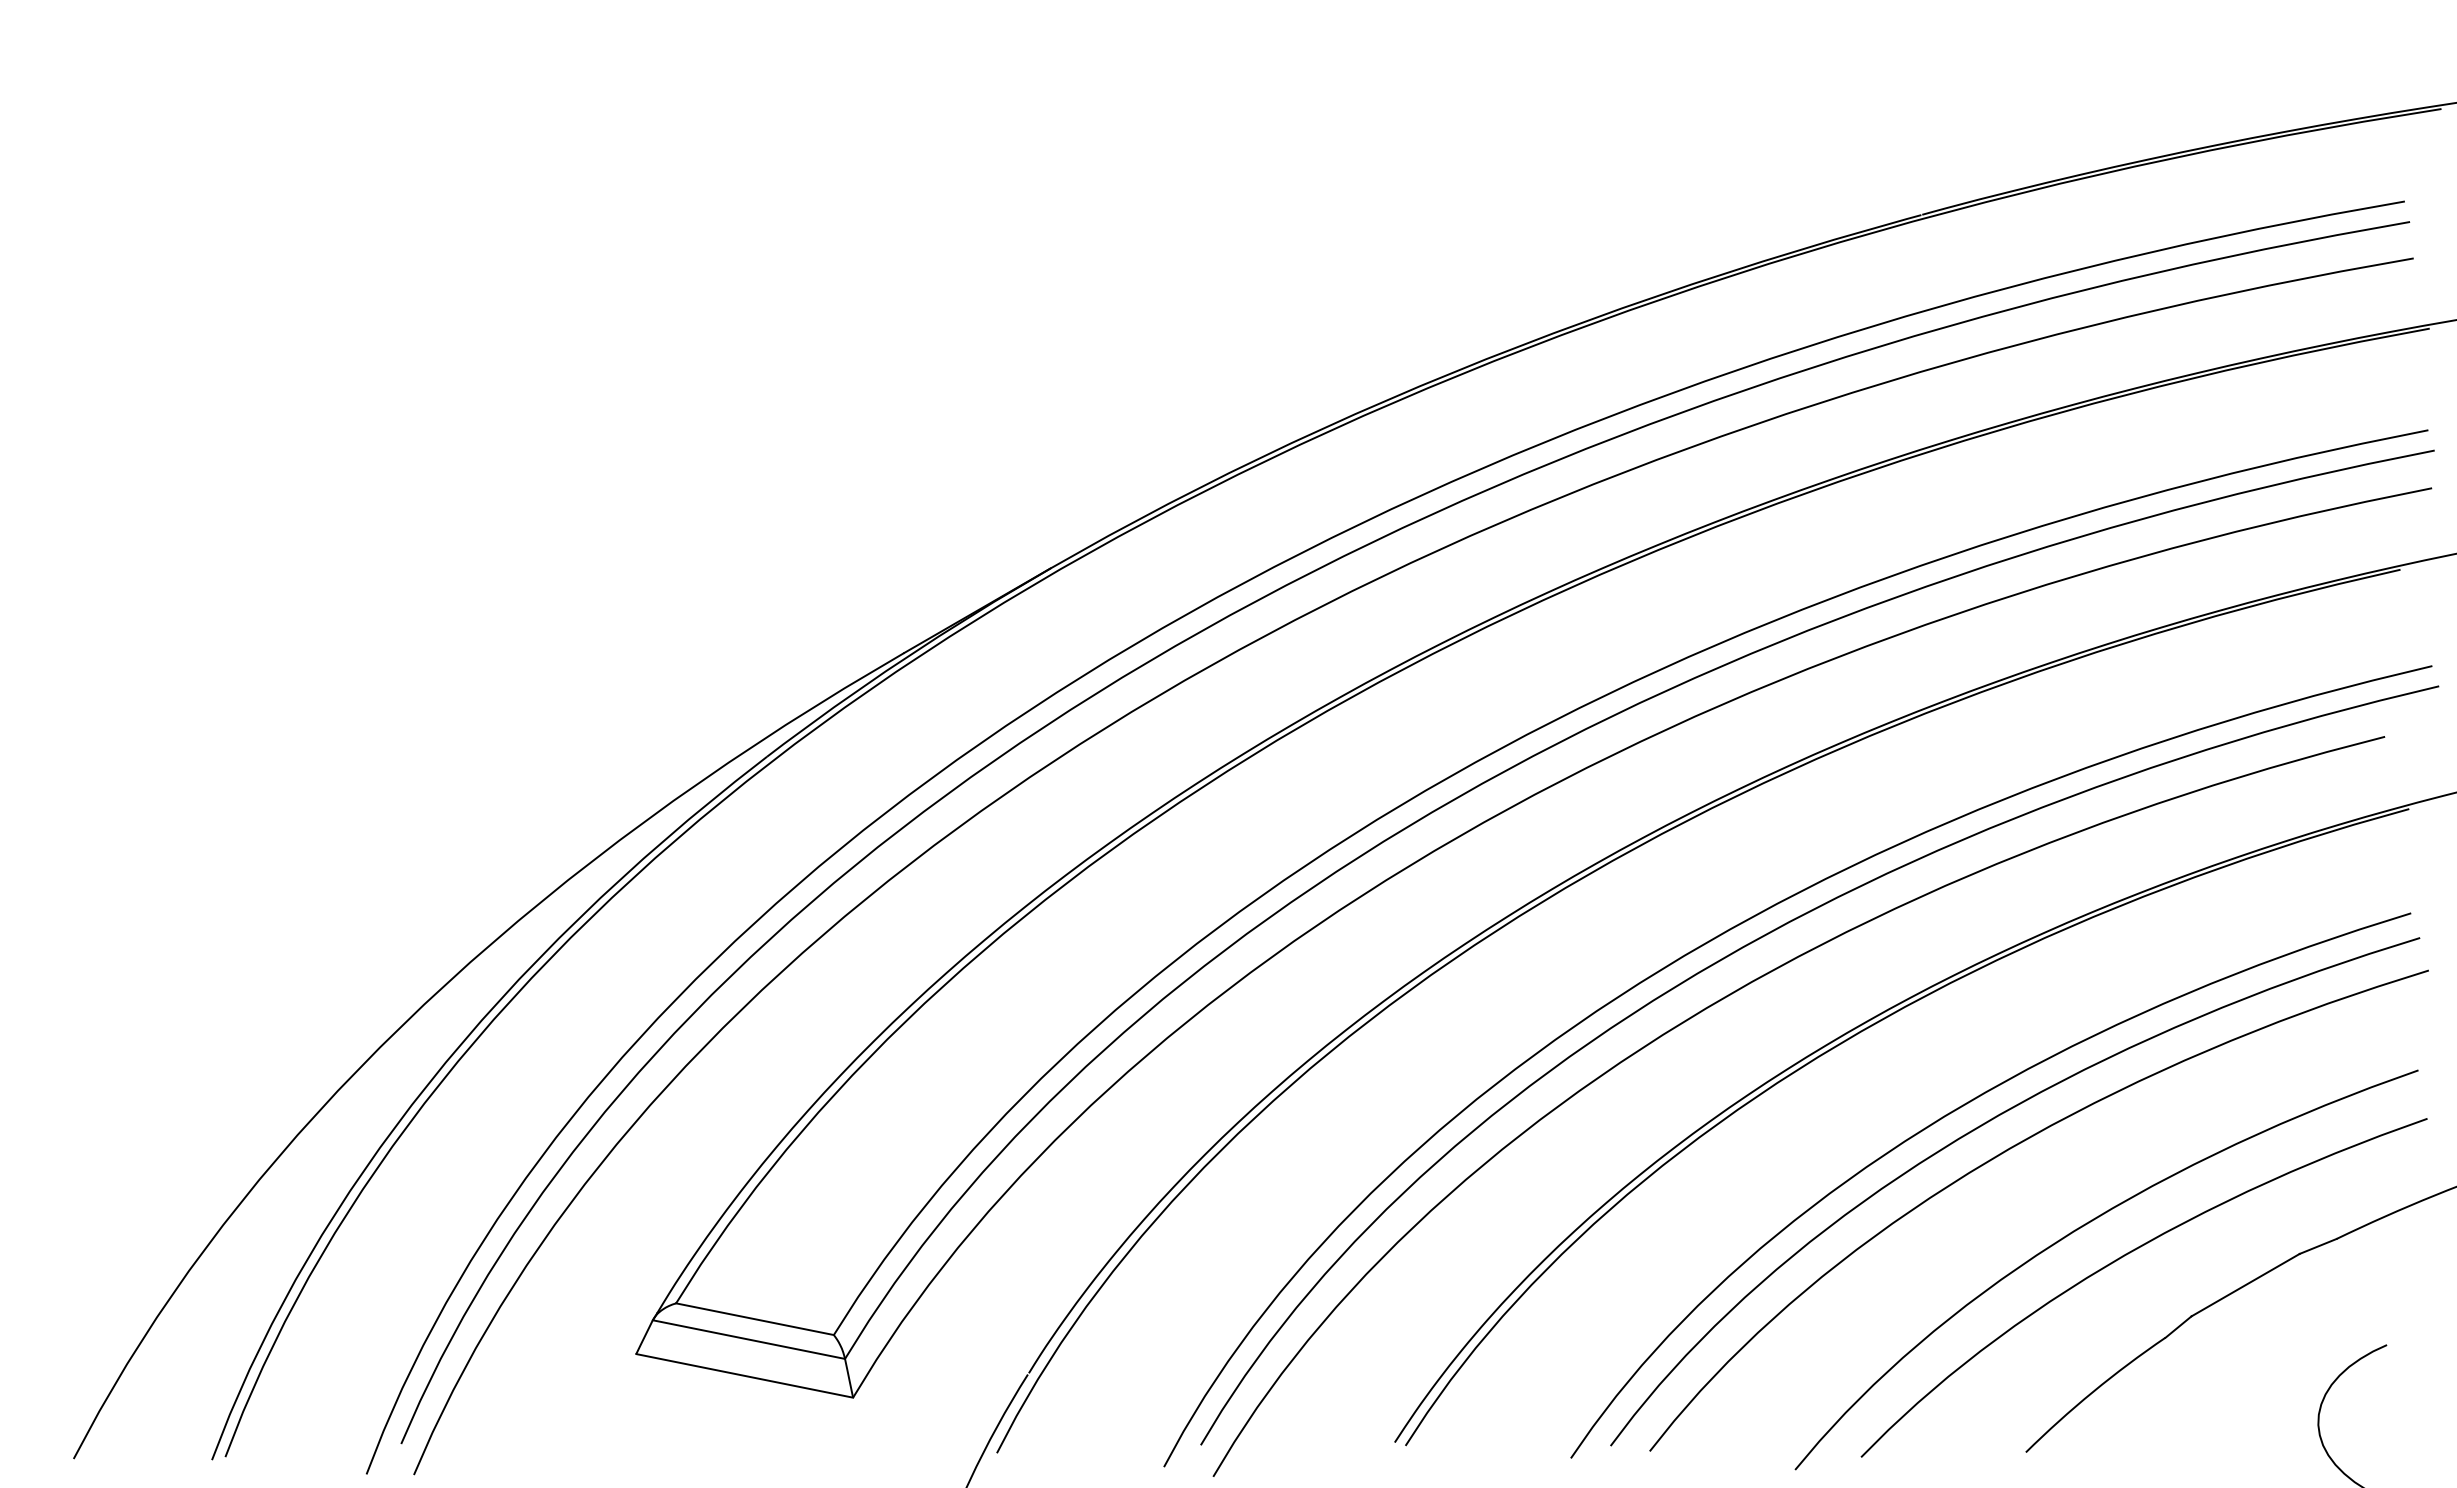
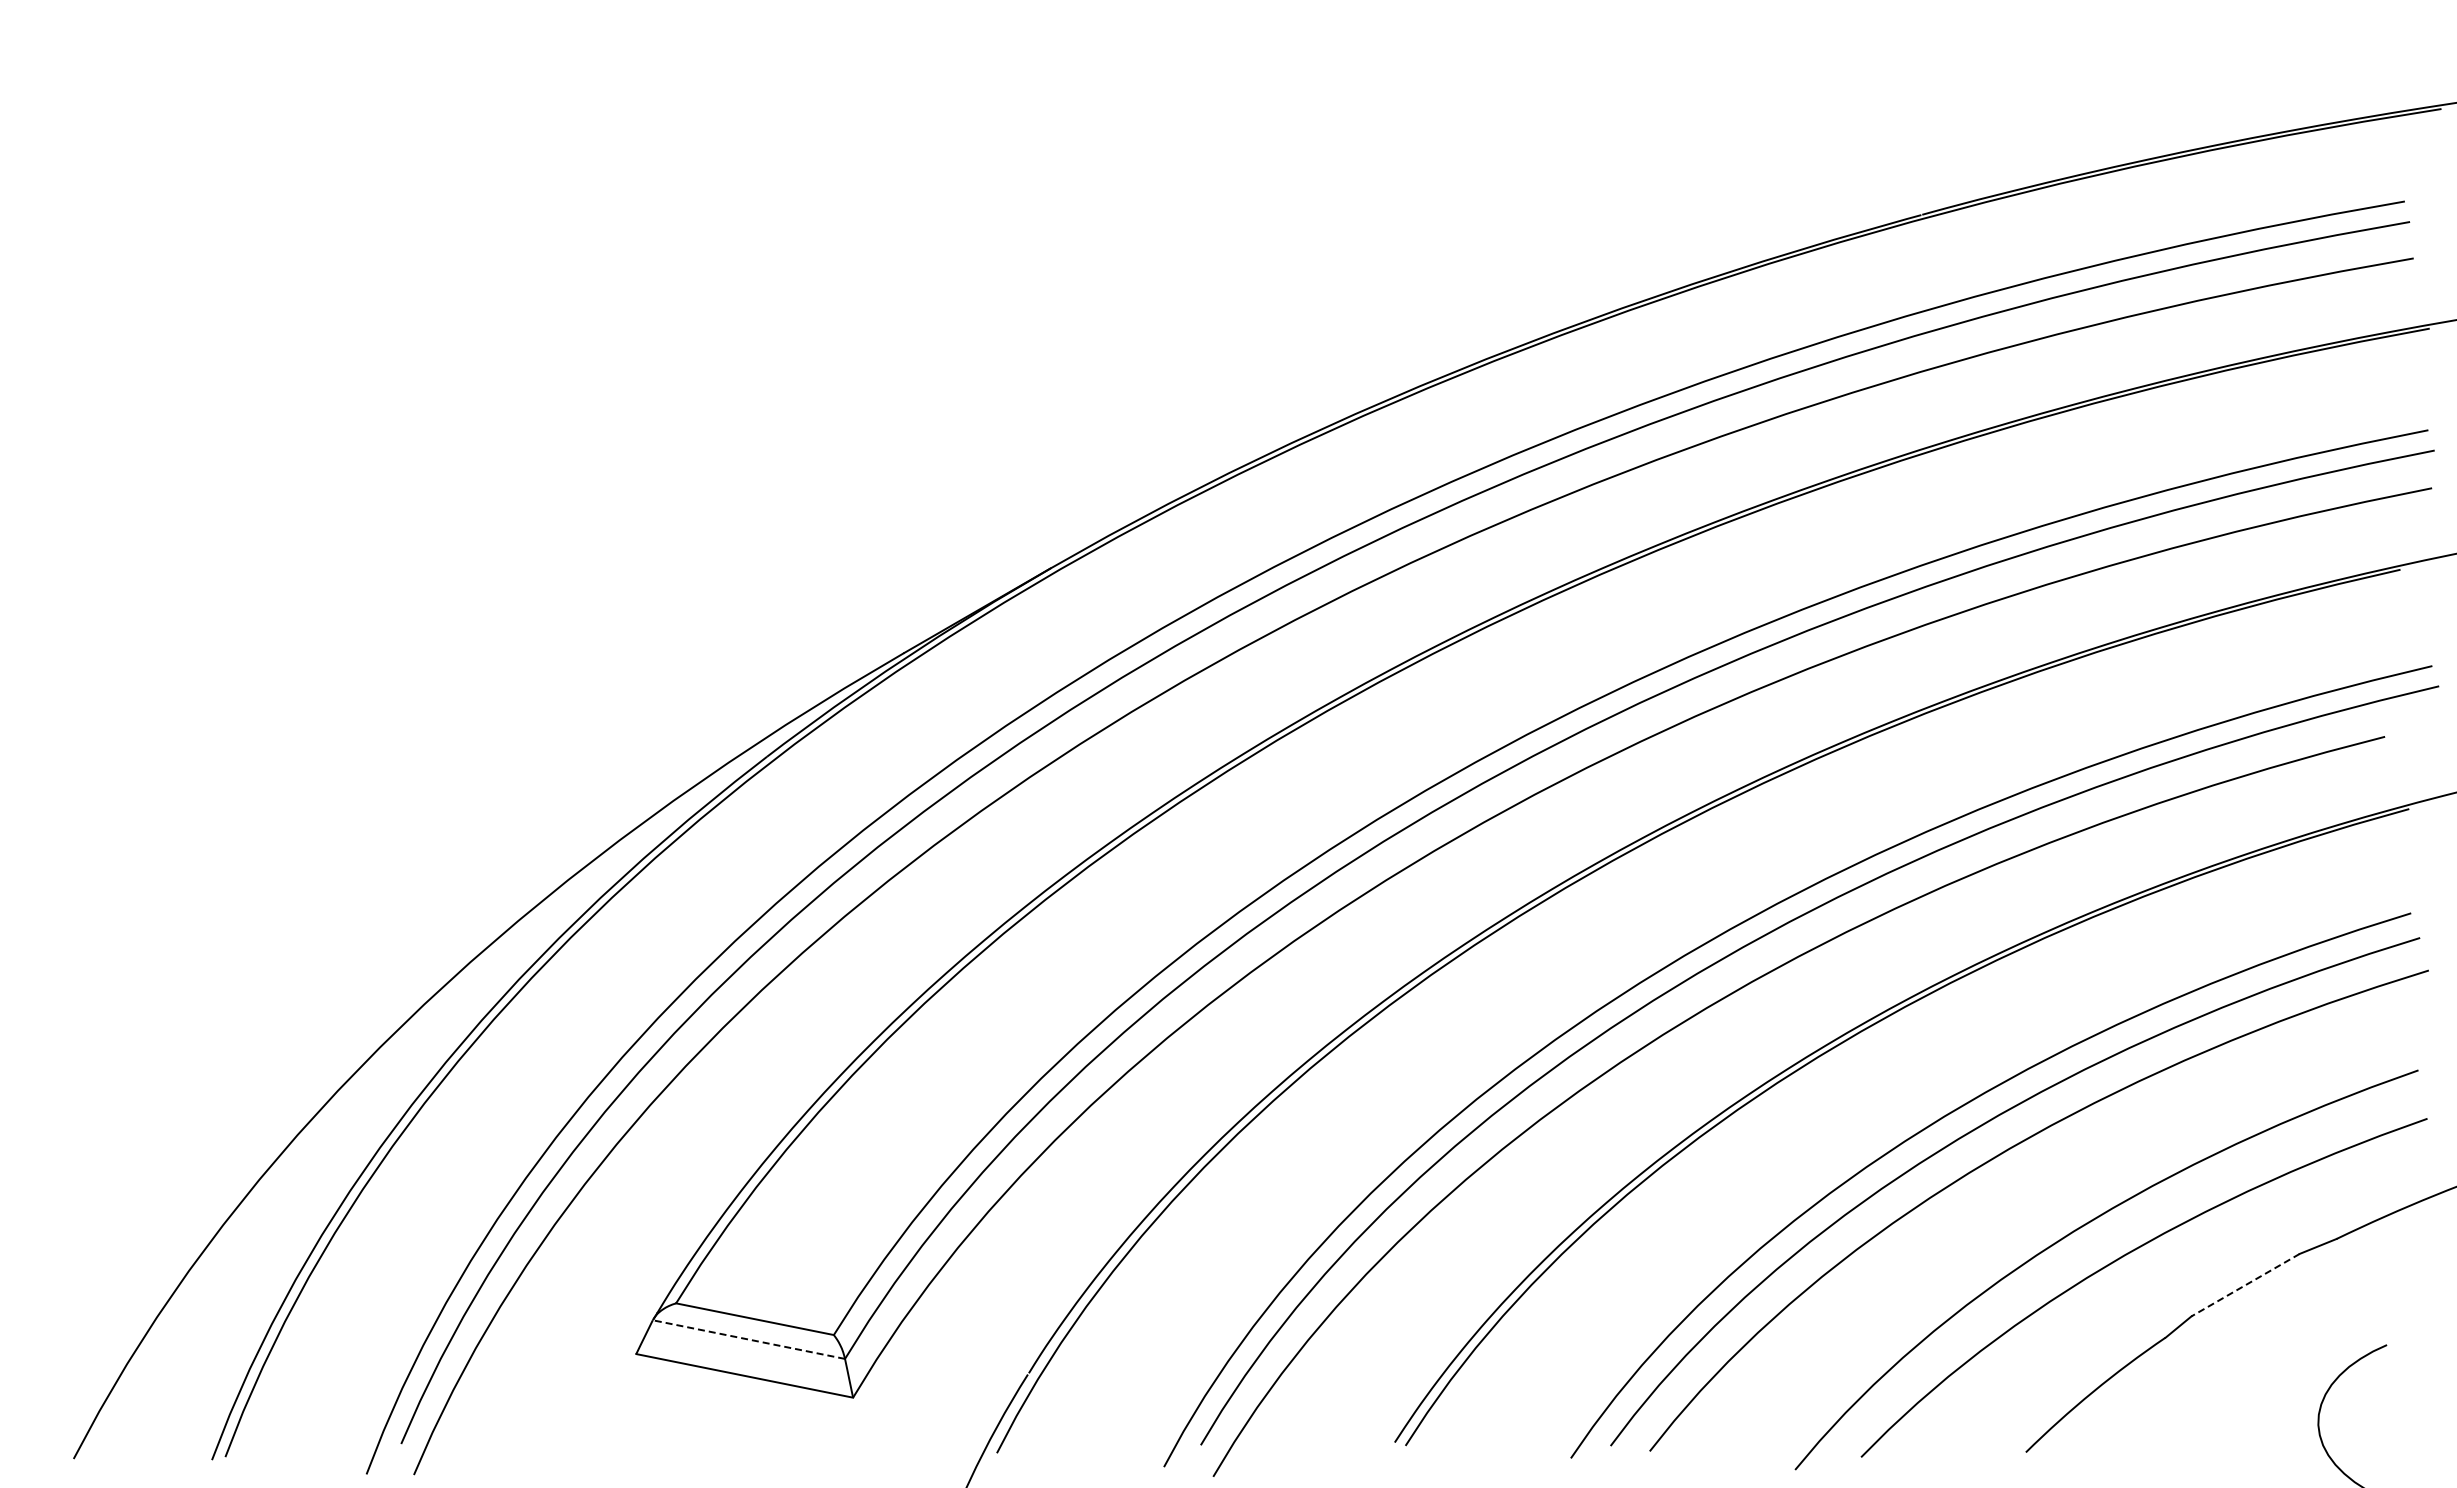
line at (2245, 1285): solid -> dashed
line at (748, 1339): solid -> dashed
